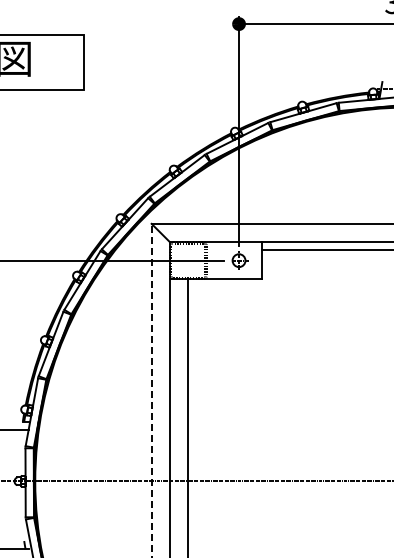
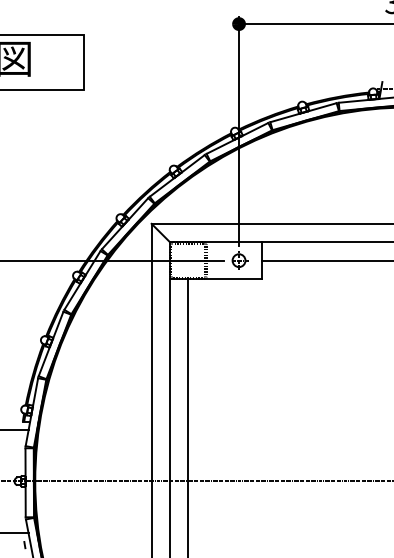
line at (326, 249) position: (326, 249) -> (326, 260)
line at (151, 390): dashed -> solid
line at (15, 549) position: (15, 549) -> (15, 533)
